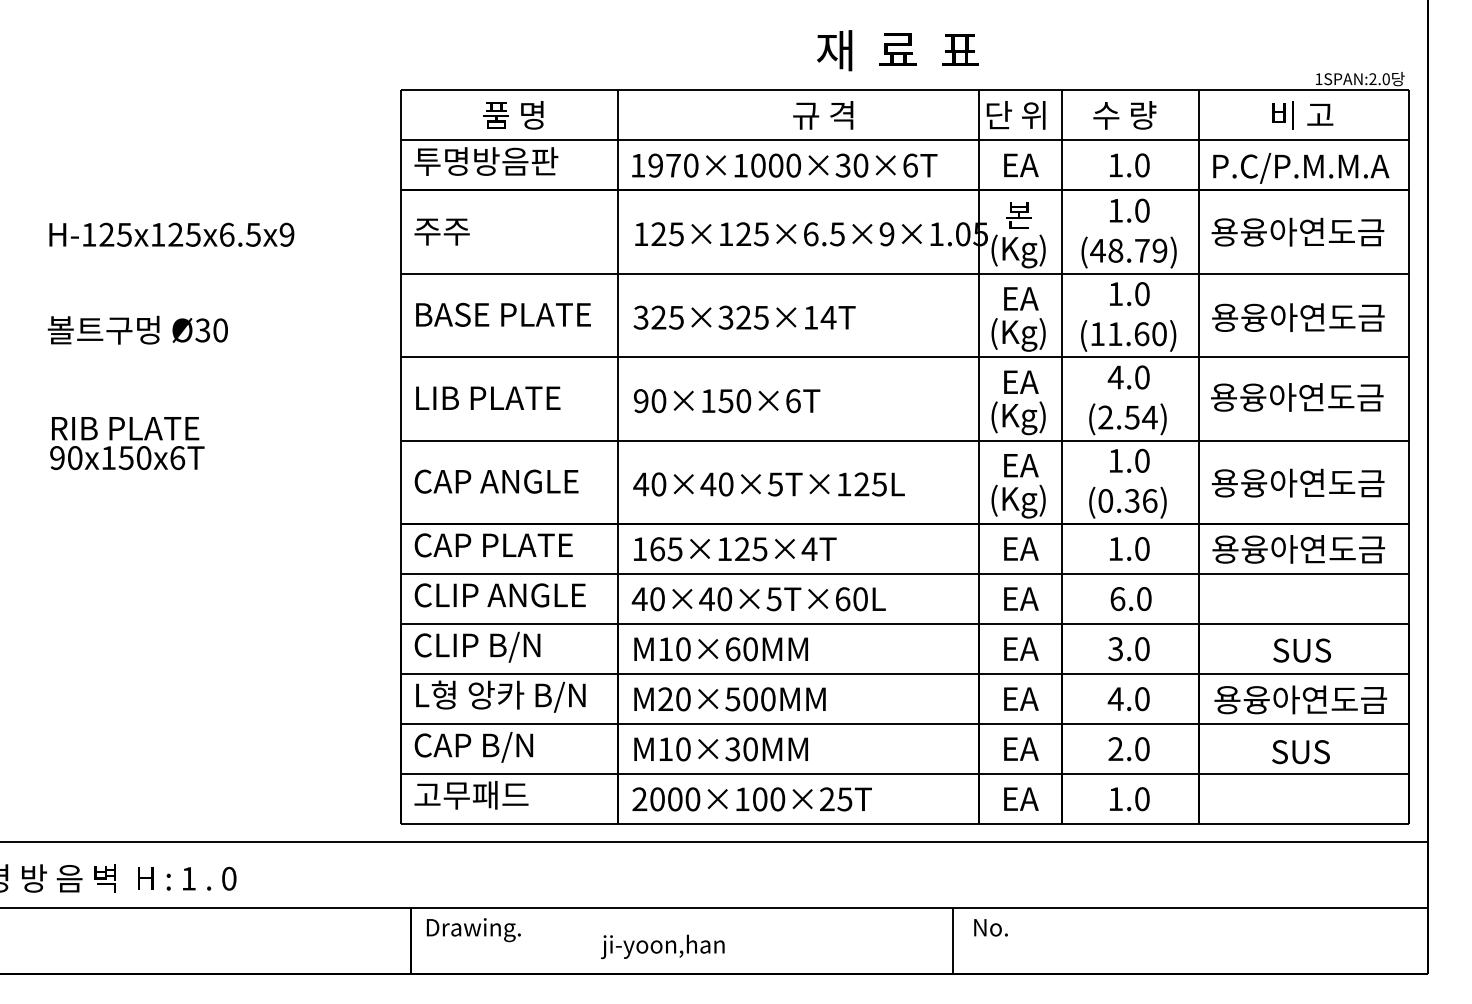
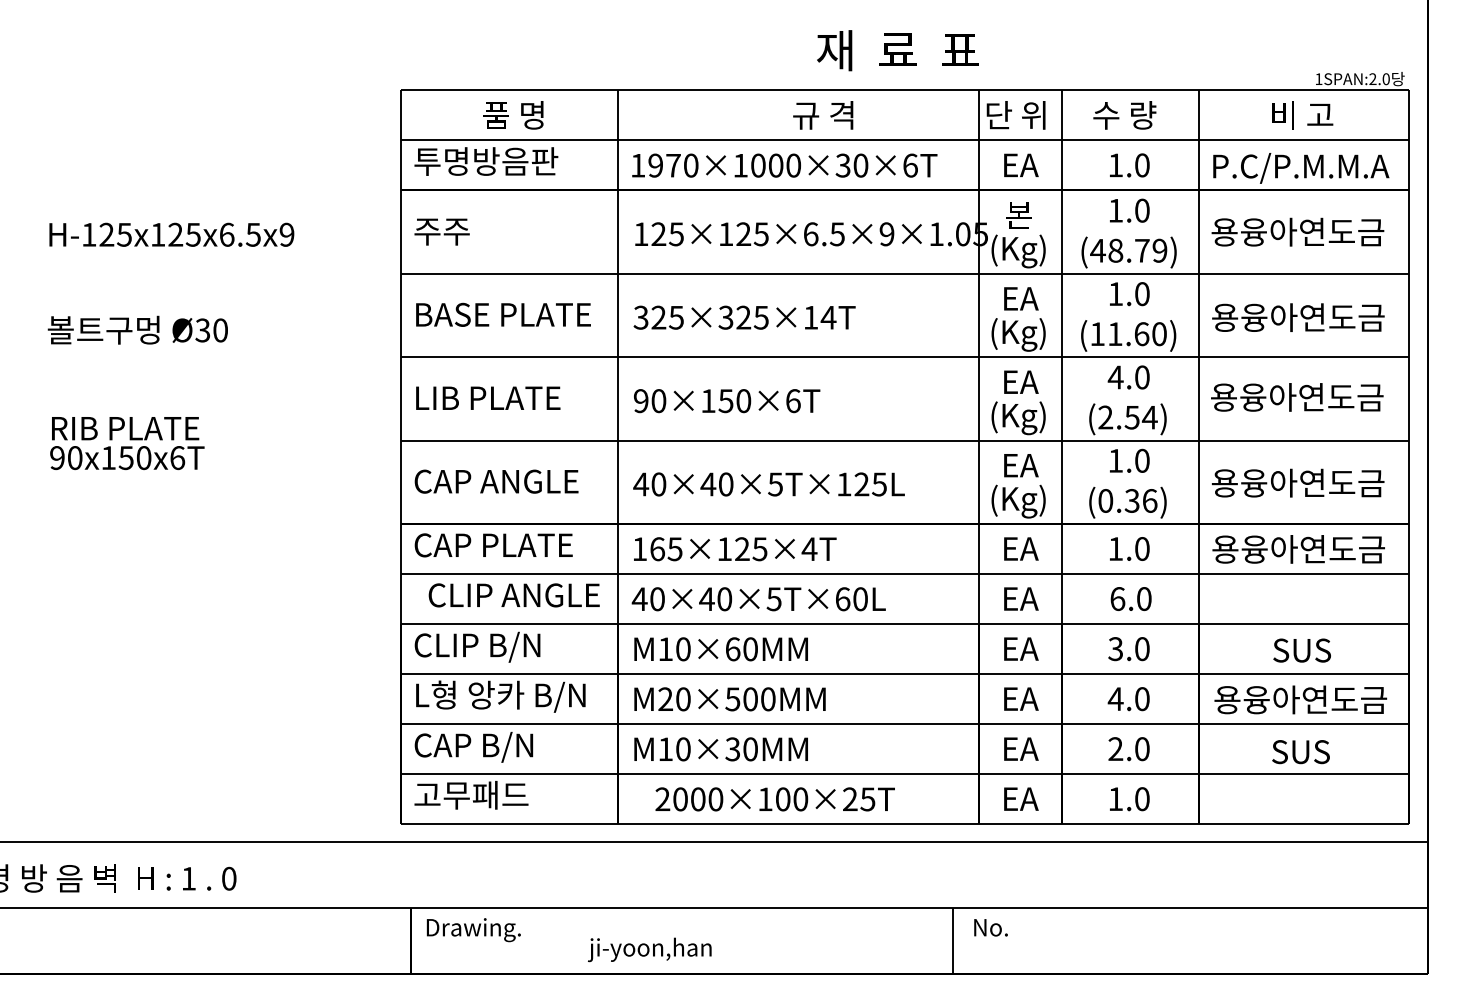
text at (499, 595) position: (499, 595) -> (513, 595)
text at (751, 799) position: (751, 799) -> (774, 799)
text at (662, 946) position: (662, 946) -> (649, 949)
